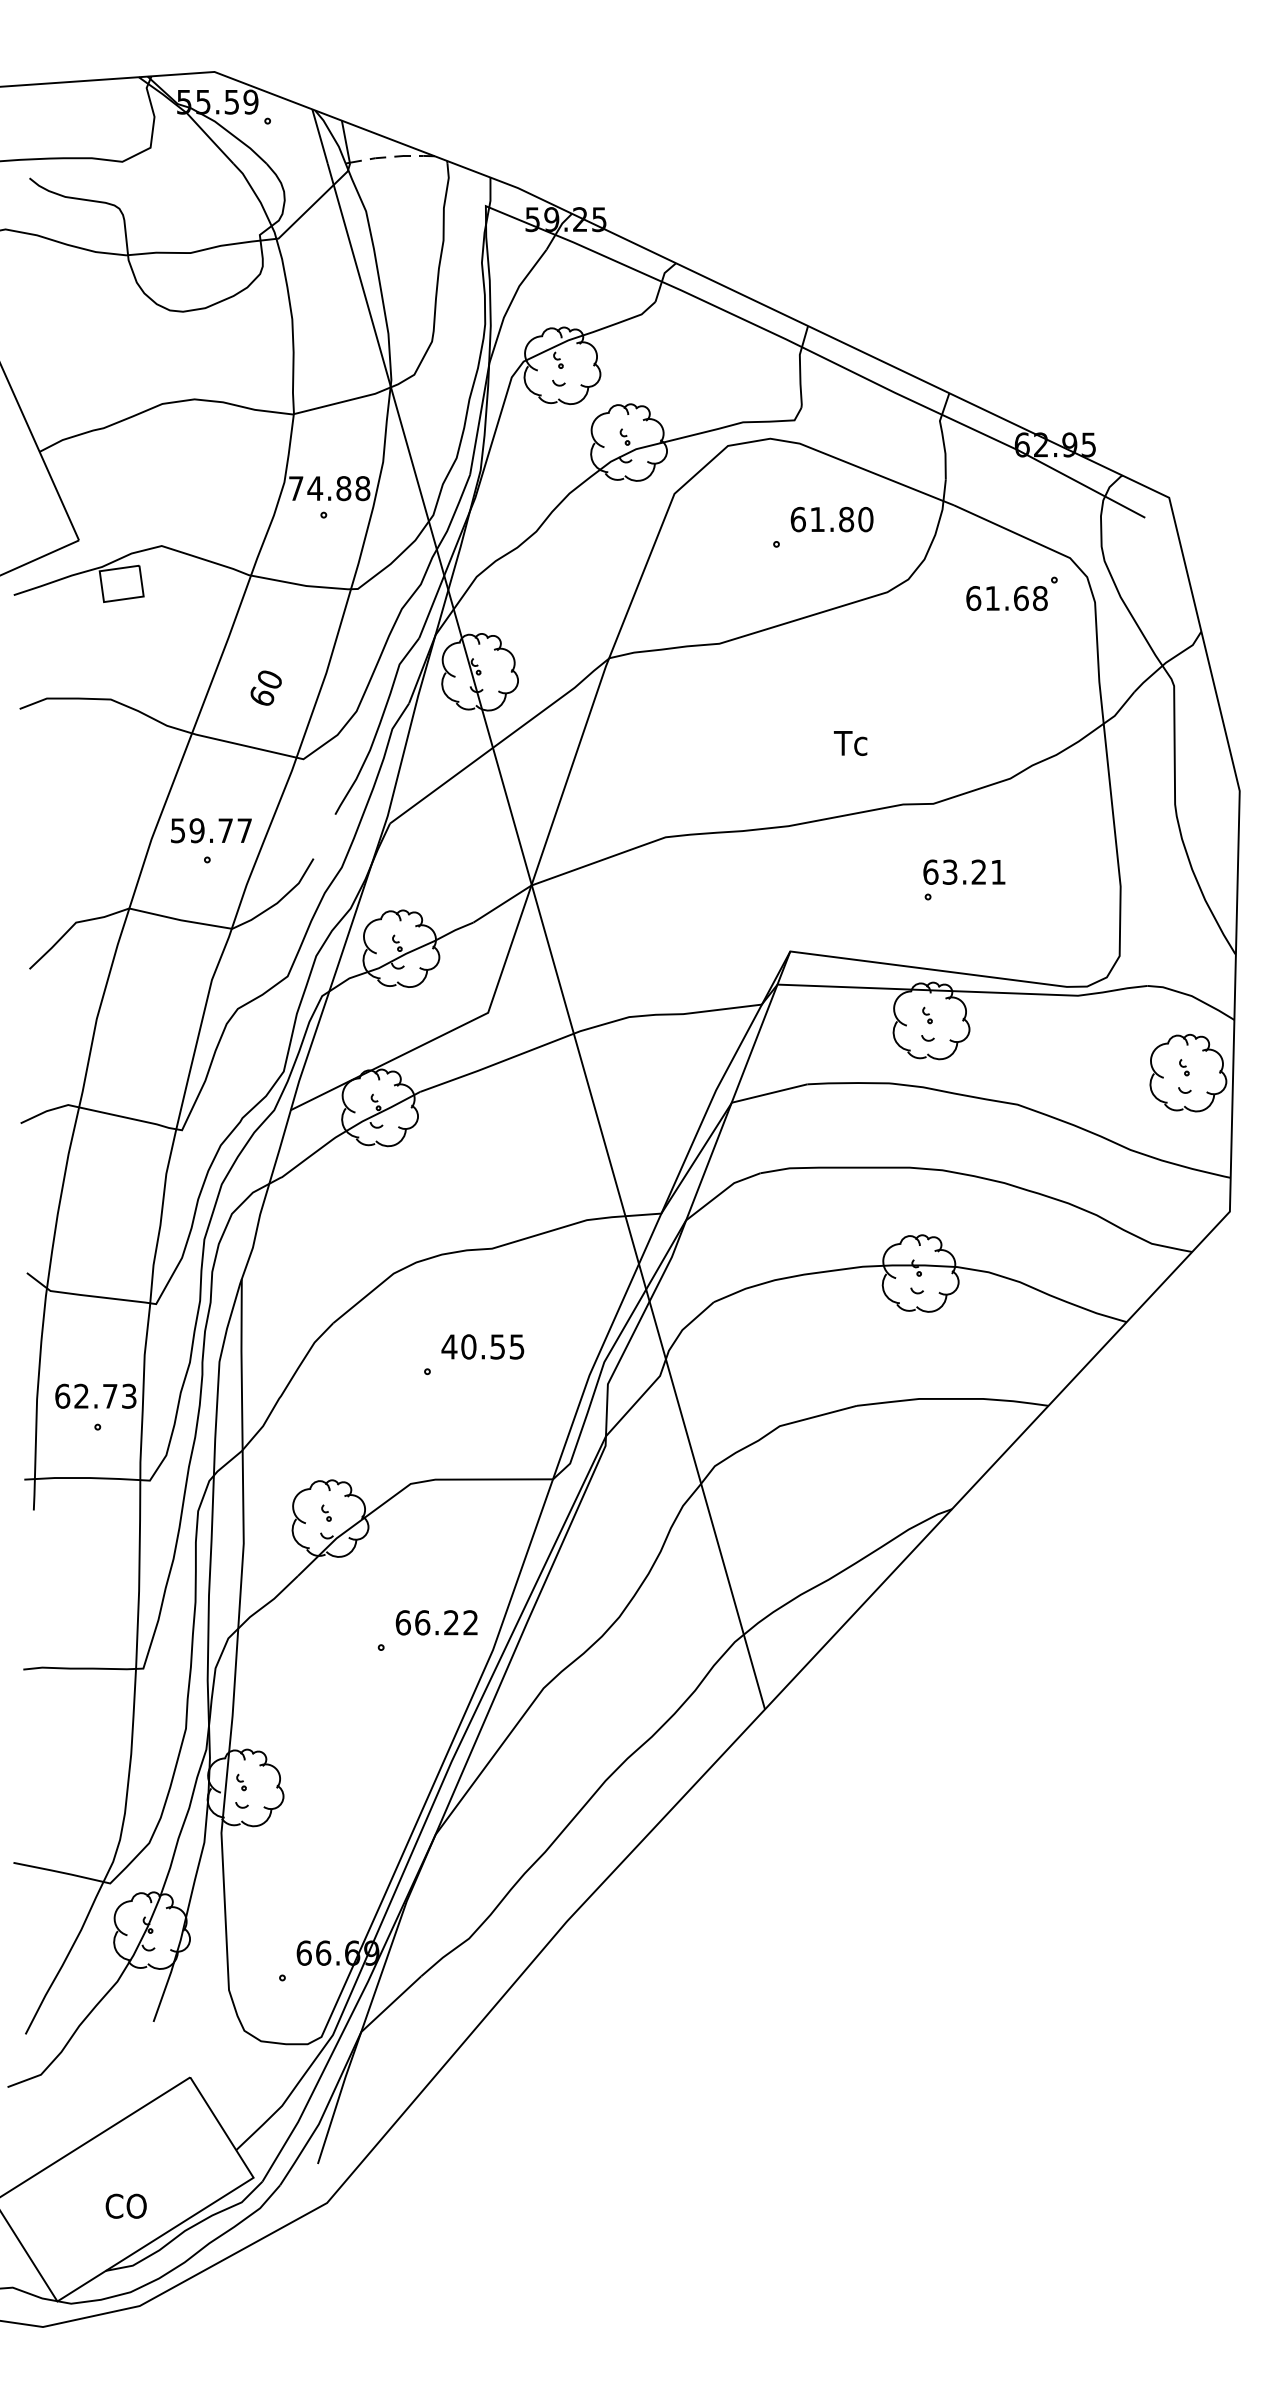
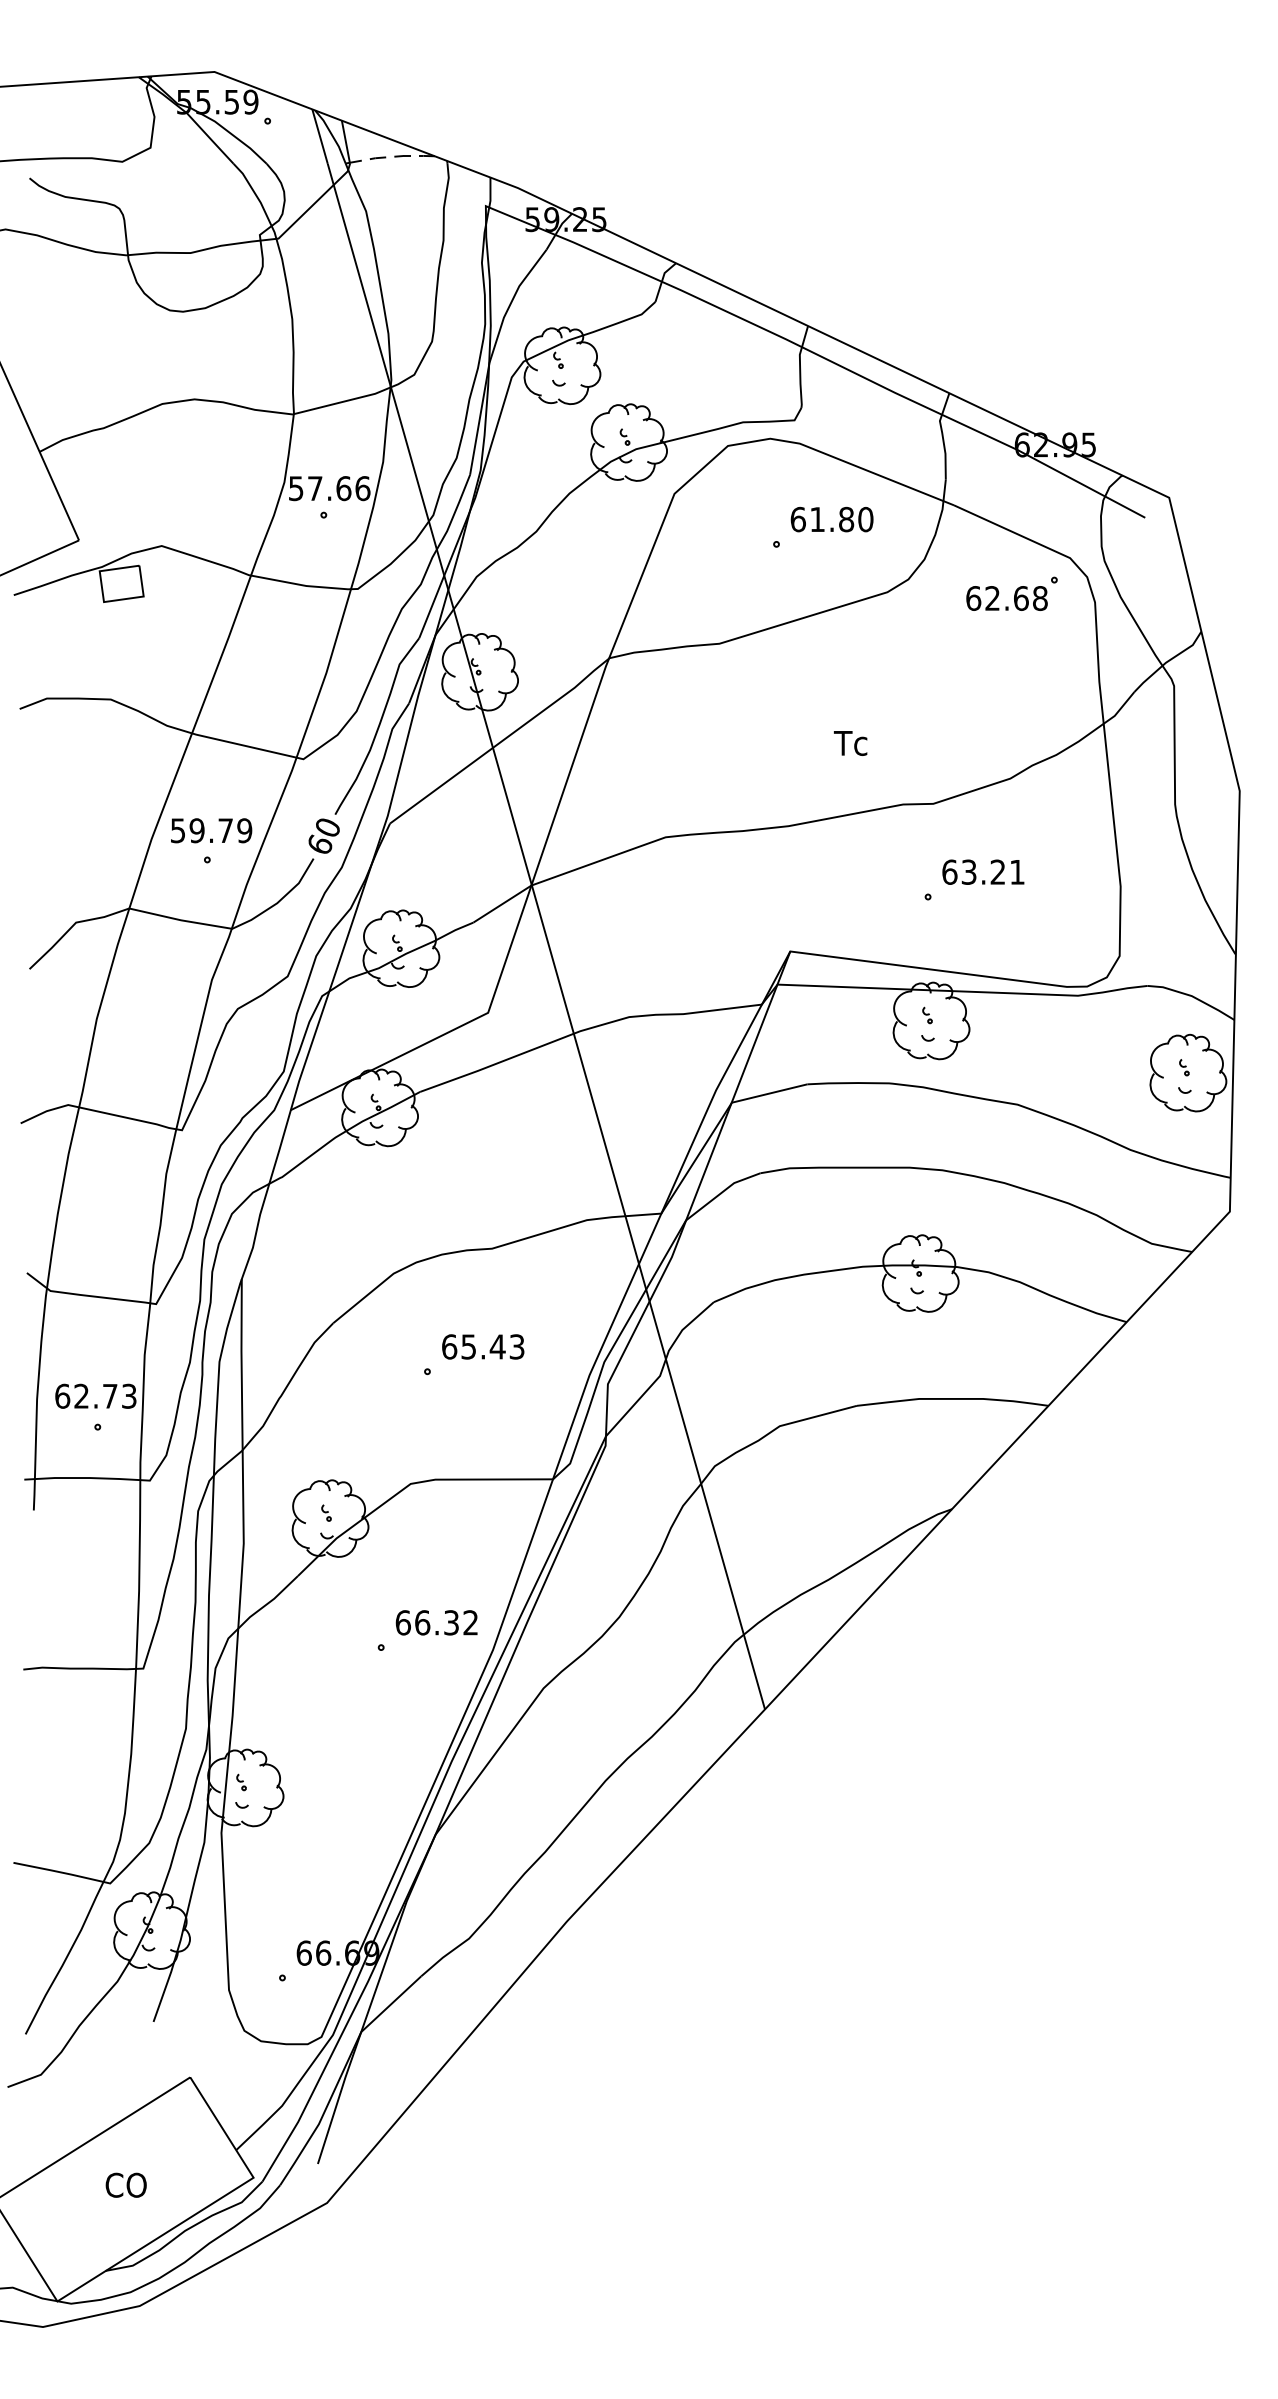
text at (329, 488): 74.88 -> 57.66
text at (992, 598): 61.68 -> 62.68
text at (265, 687) position: (265, 687) -> (323, 835)
text at (244, 830): 59.77 -> 59.79
text at (964, 871) position: (964, 871) -> (983, 871)
text at (482, 1346): 40.55 -> 65.43
text at (451, 1622): 66.22 -> 66.32
text at (125, 2205) position: (125, 2205) -> (125, 2184)
